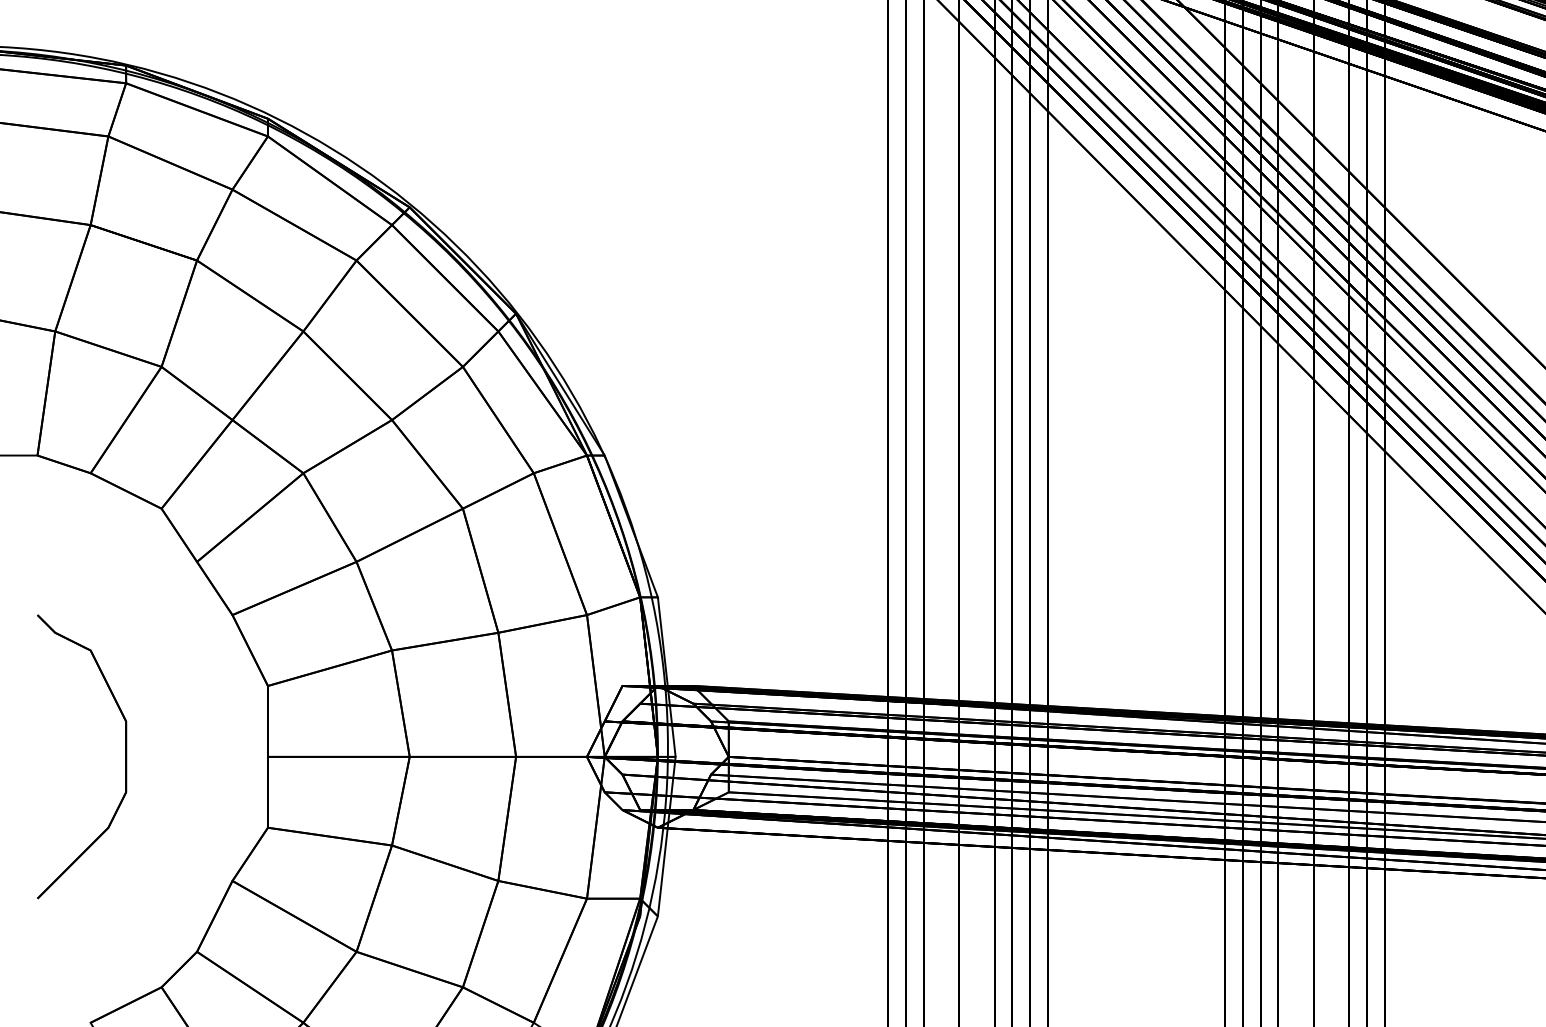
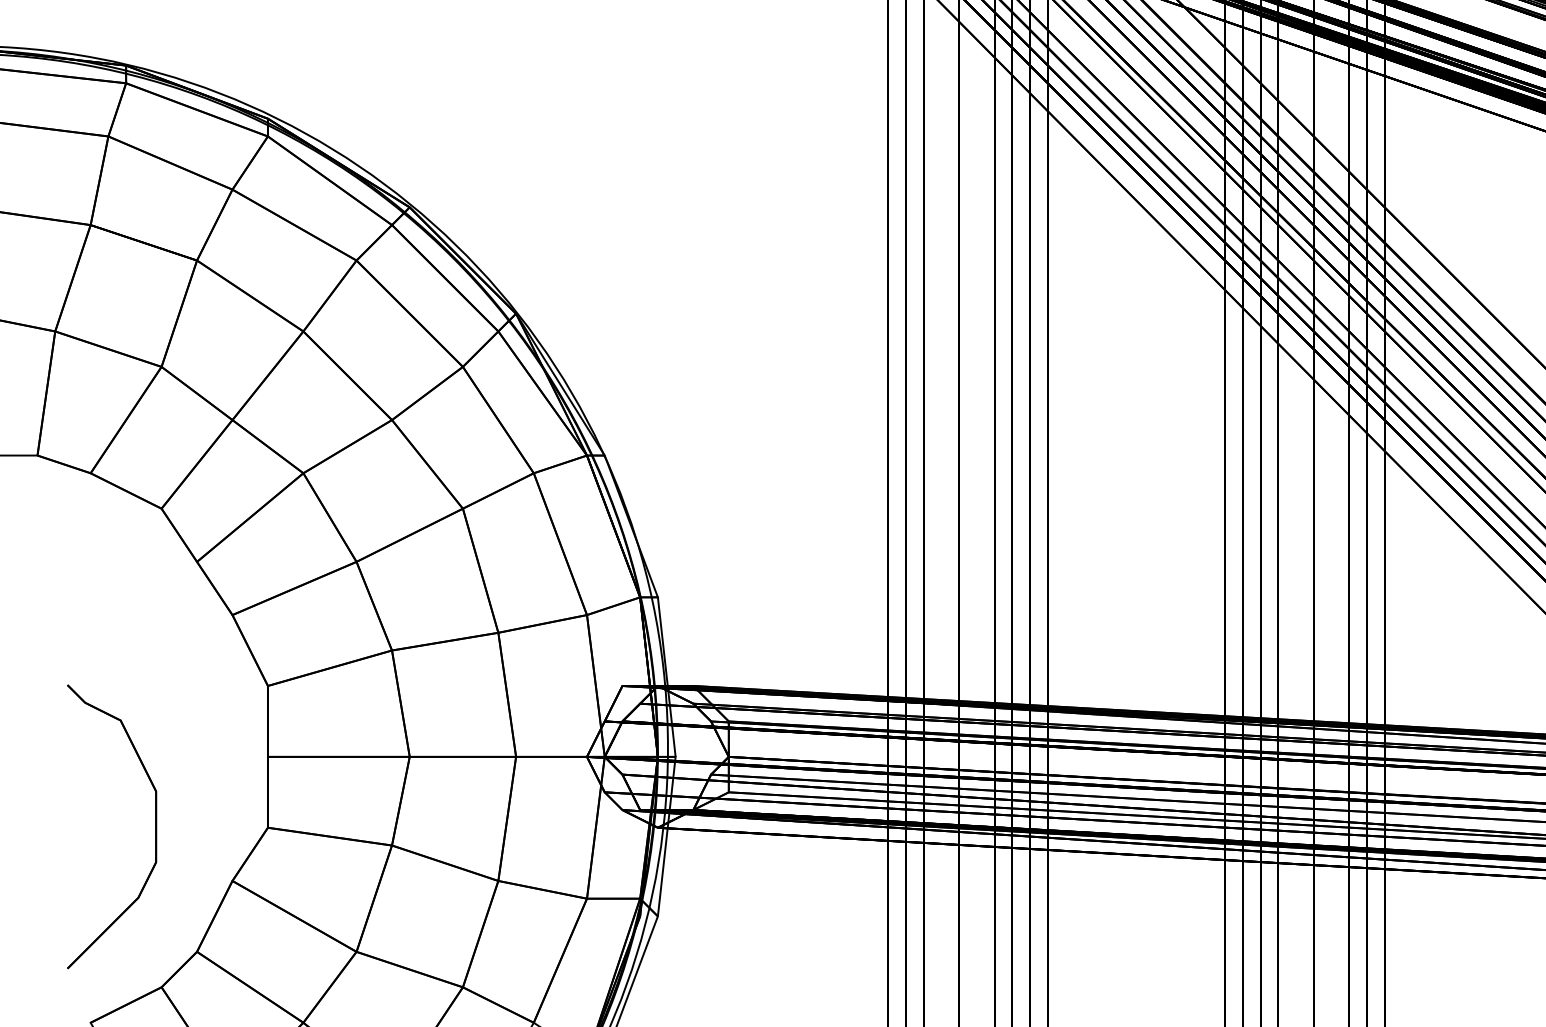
part at (125, 756) position: (125, 756) -> (155, 826)
